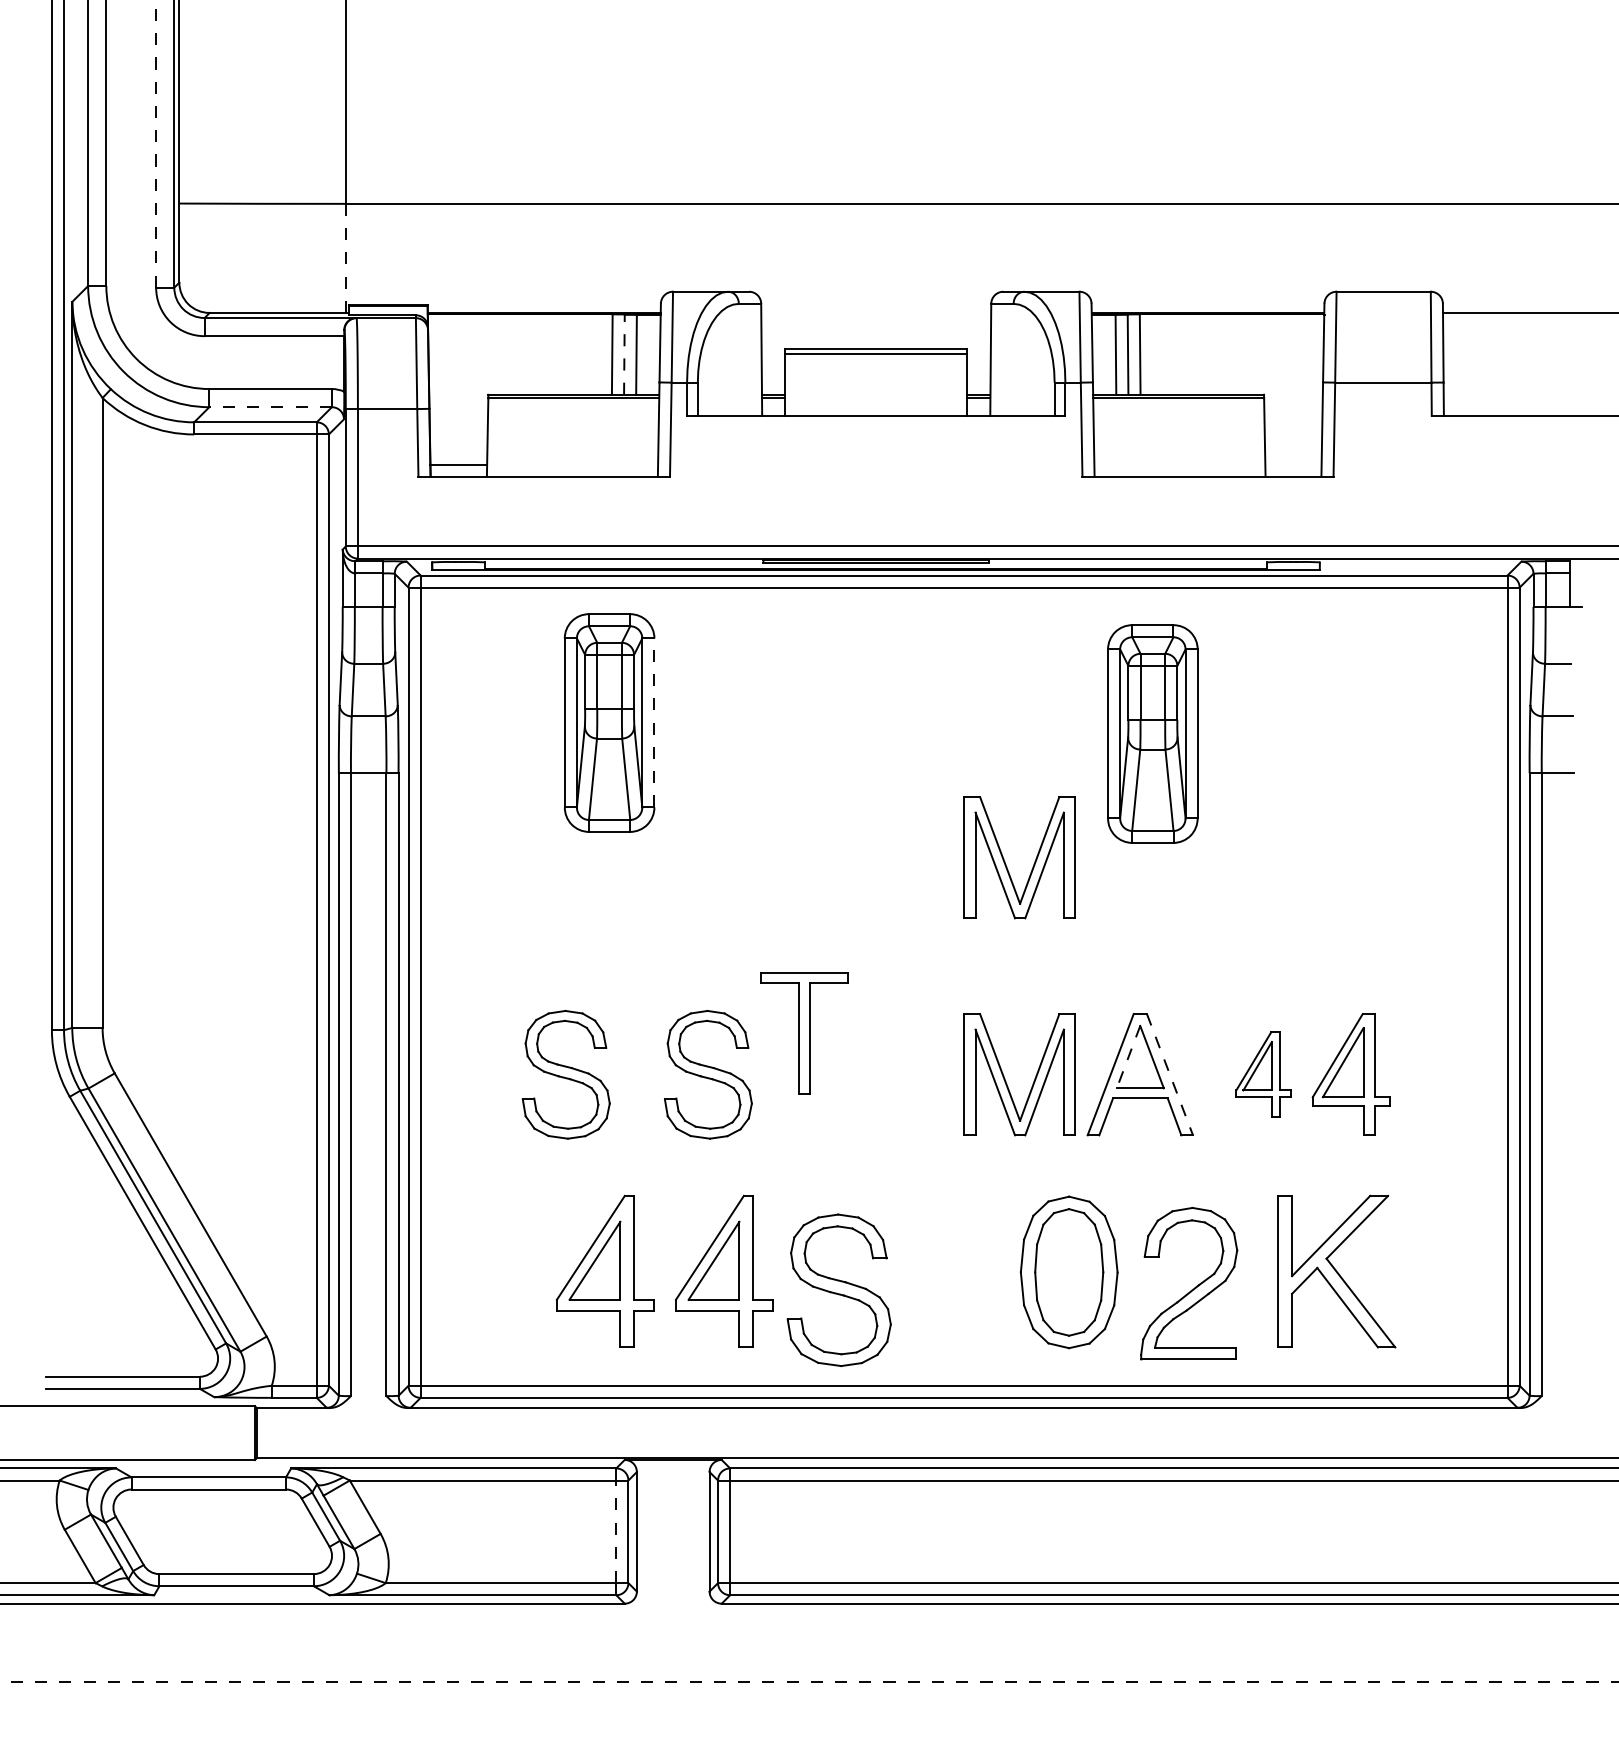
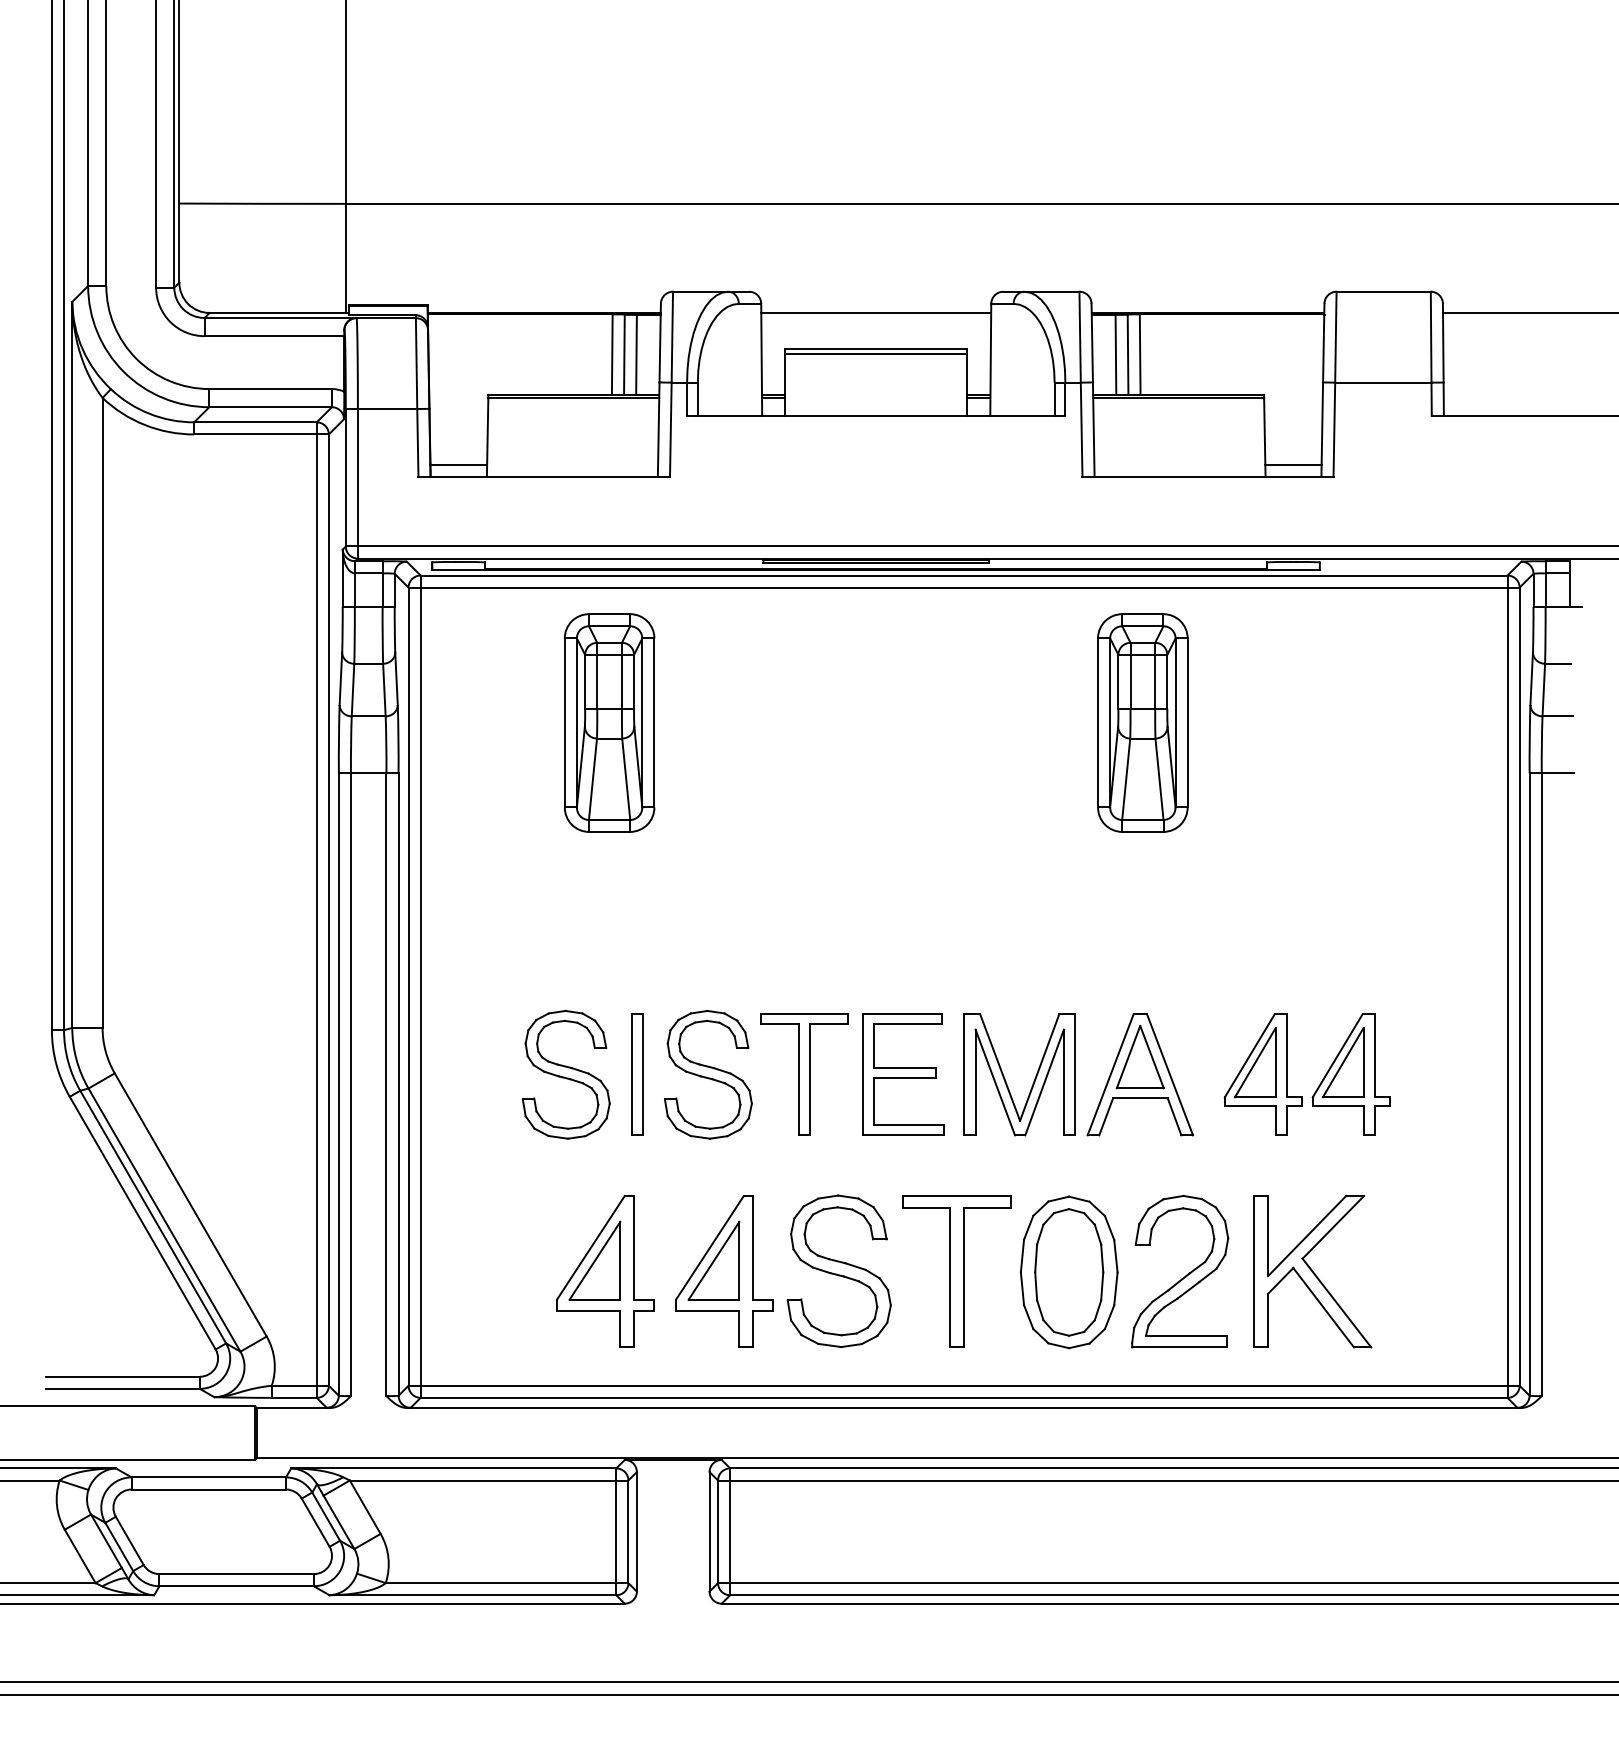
line at (156, 144): dashed -> solid
line at (346, 258): dashed -> solid
line at (876, 312): none -> present
line at (624, 354): dashed -> solid
line at (270, 407): dashed -> solid
line at (1293, 464): none -> present
line at (654, 722): dashed -> solid
part at (1152, 733) position: (1152, 733) -> (1142, 722)
part at (1005, 861): present -> none
part at (804, 1033) position: (804, 1033) -> (804, 1074)
line at (1128, 1057): dashed -> solid
part at (637, 1074): none -> present
part at (903, 1074): none -> present
line at (1170, 1074): dashed -> solid
part at (1263, 1074) size: 57x87 px -> 80x123 px
part at (956, 1271): none -> present
part at (1336, 1271) position: (1336, 1271) -> (1312, 1271)
part at (838, 1289) position: (838, 1289) -> (838, 1270)
part at (1191, 1289) position: (1191, 1289) -> (1182, 1277)
line at (616, 1531): dashed -> solid
line at (810, 1682): dashed -> solid
line at (808, 1694): none -> present
